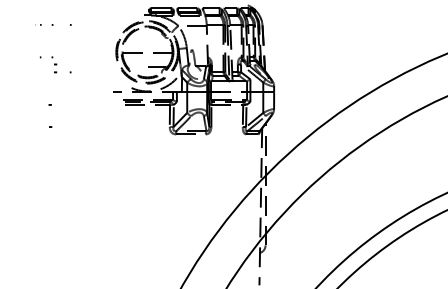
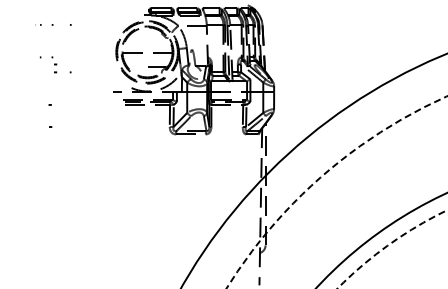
arc at (322, 175): solid -> dashed
arc at (388, 245): solid -> dashed
